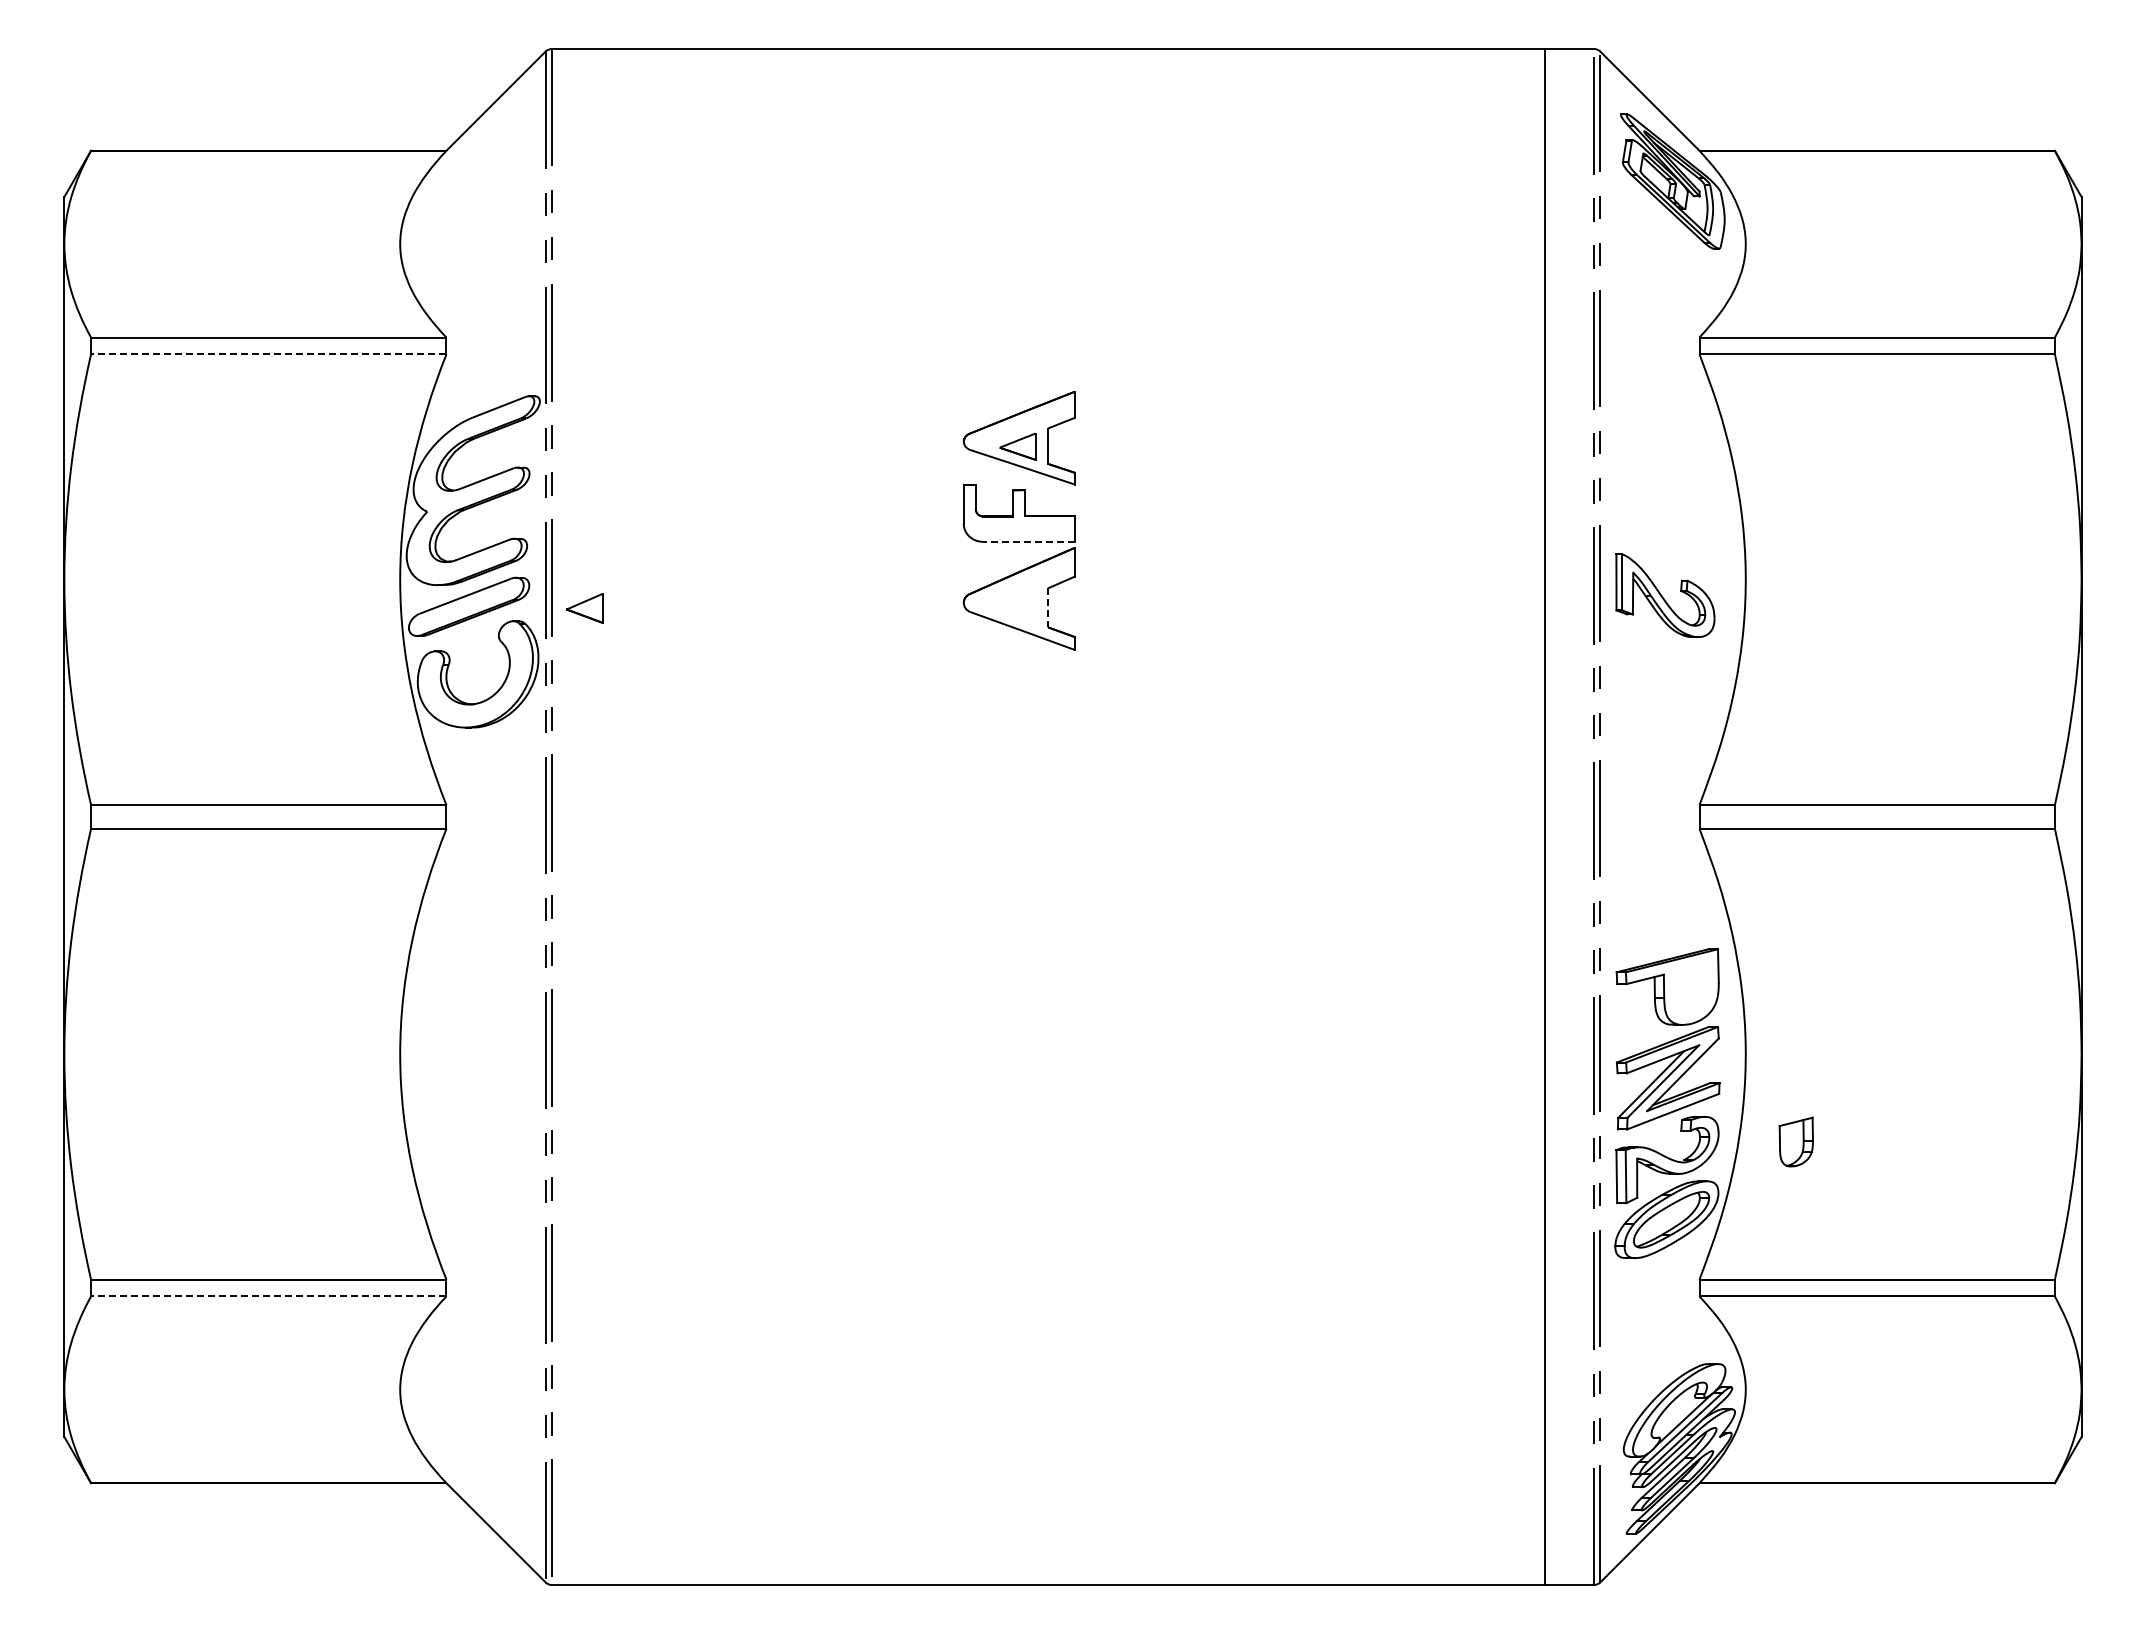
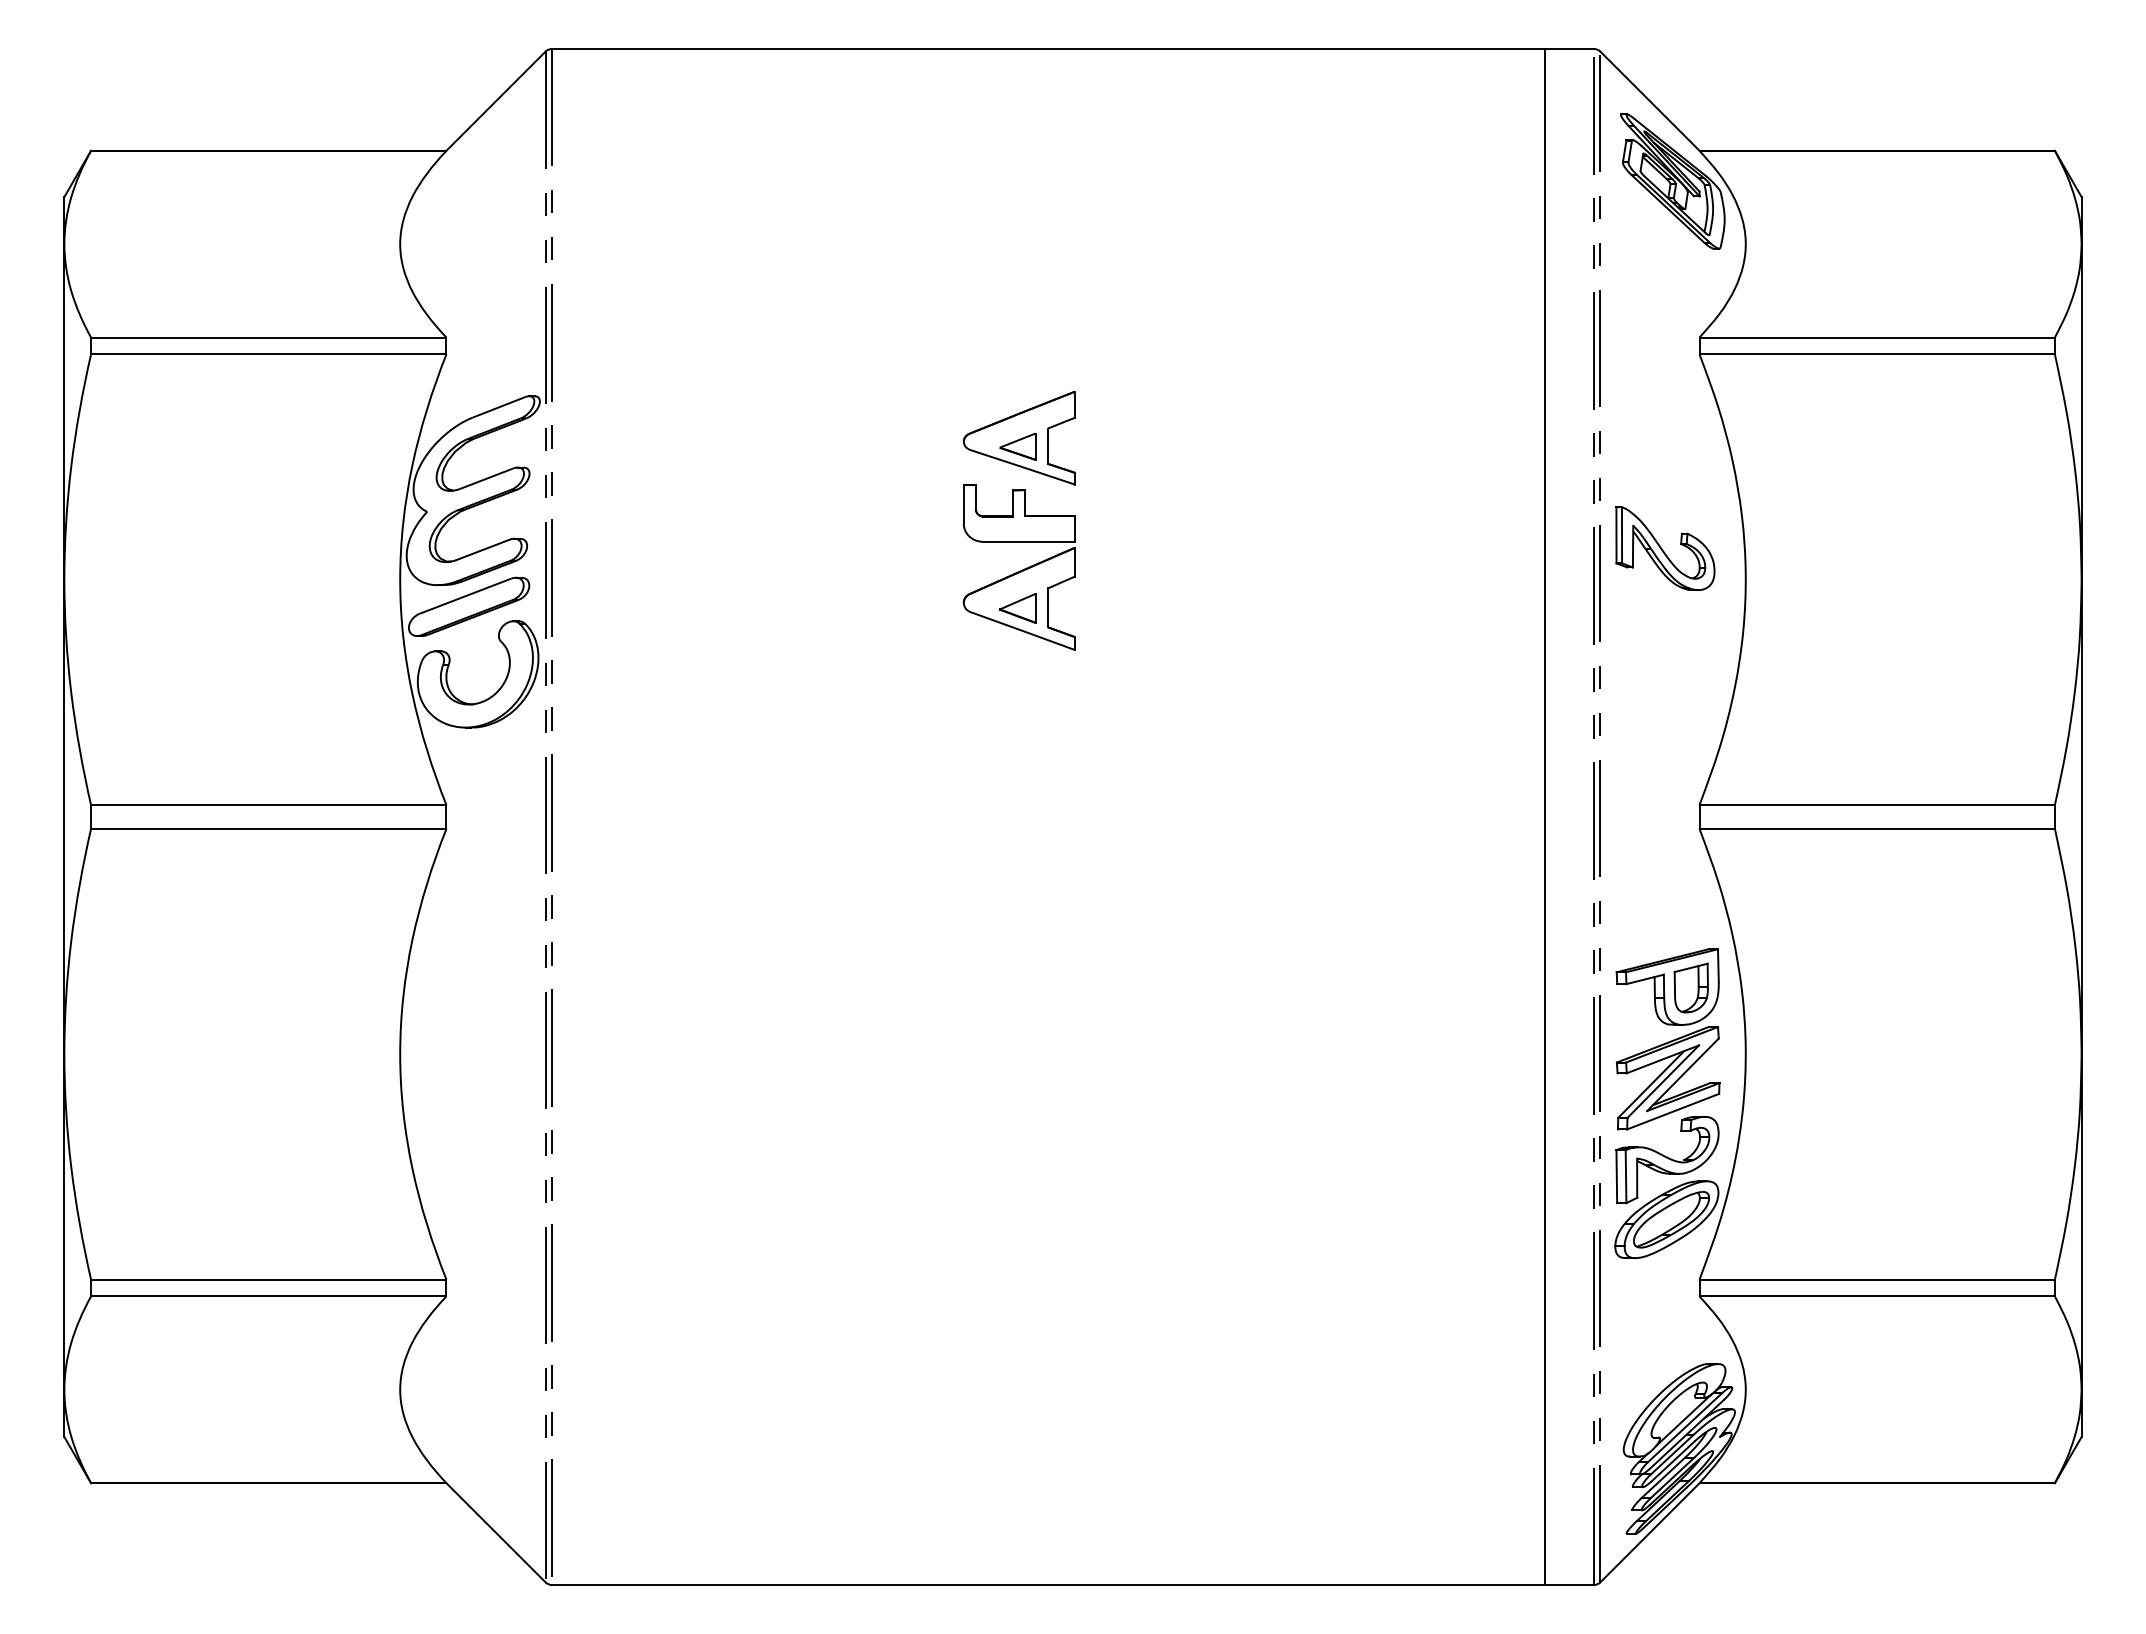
line at (268, 354): dashed -> solid
line at (1028, 541): dashed -> solid
part at (1665, 595) position: (1665, 595) -> (1665, 548)
part at (584, 608) position: (584, 608) -> (1017, 608)
line at (1047, 608): dashed -> solid
part at (1795, 1141) position: (1795, 1141) -> (1690, 987)
line at (268, 1296): dashed -> solid
